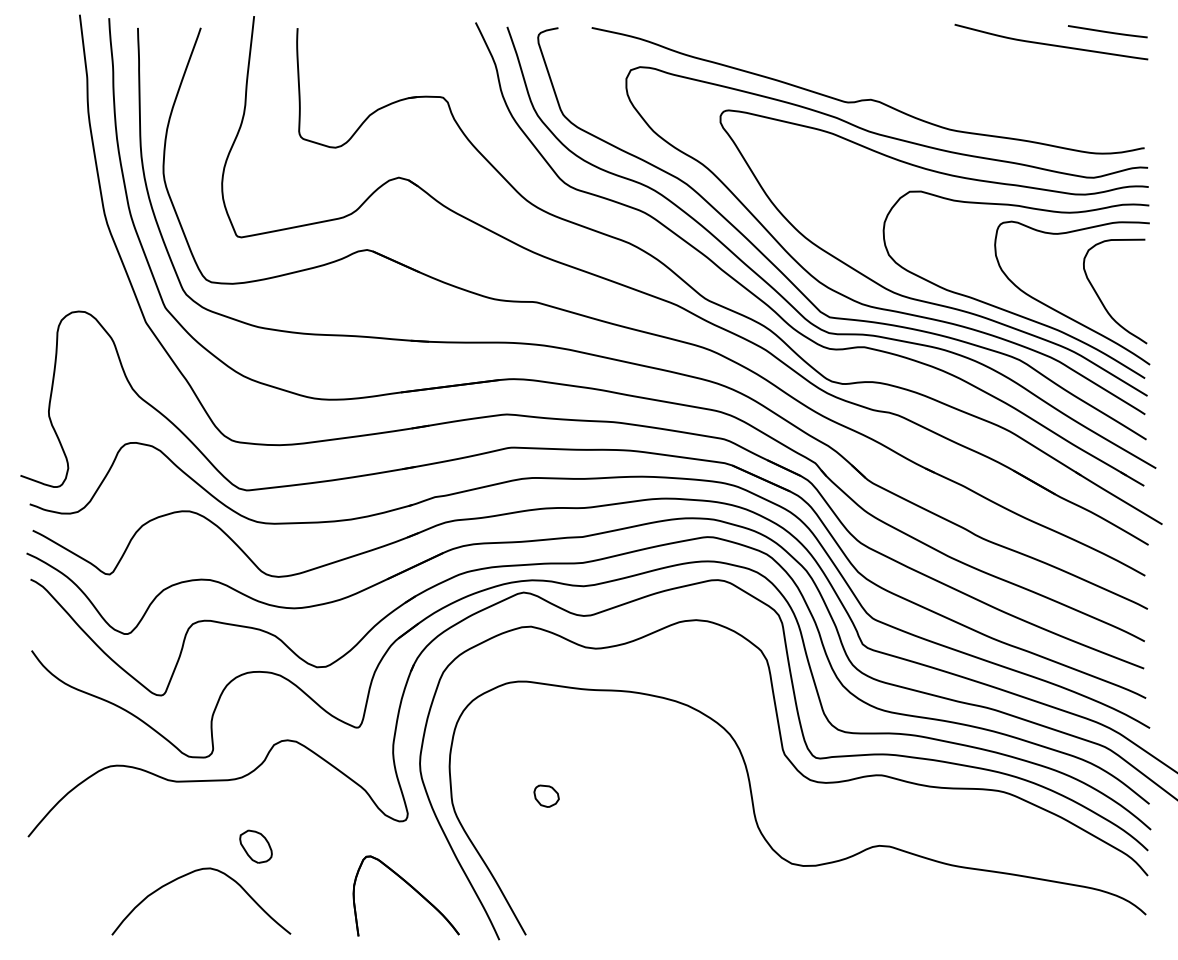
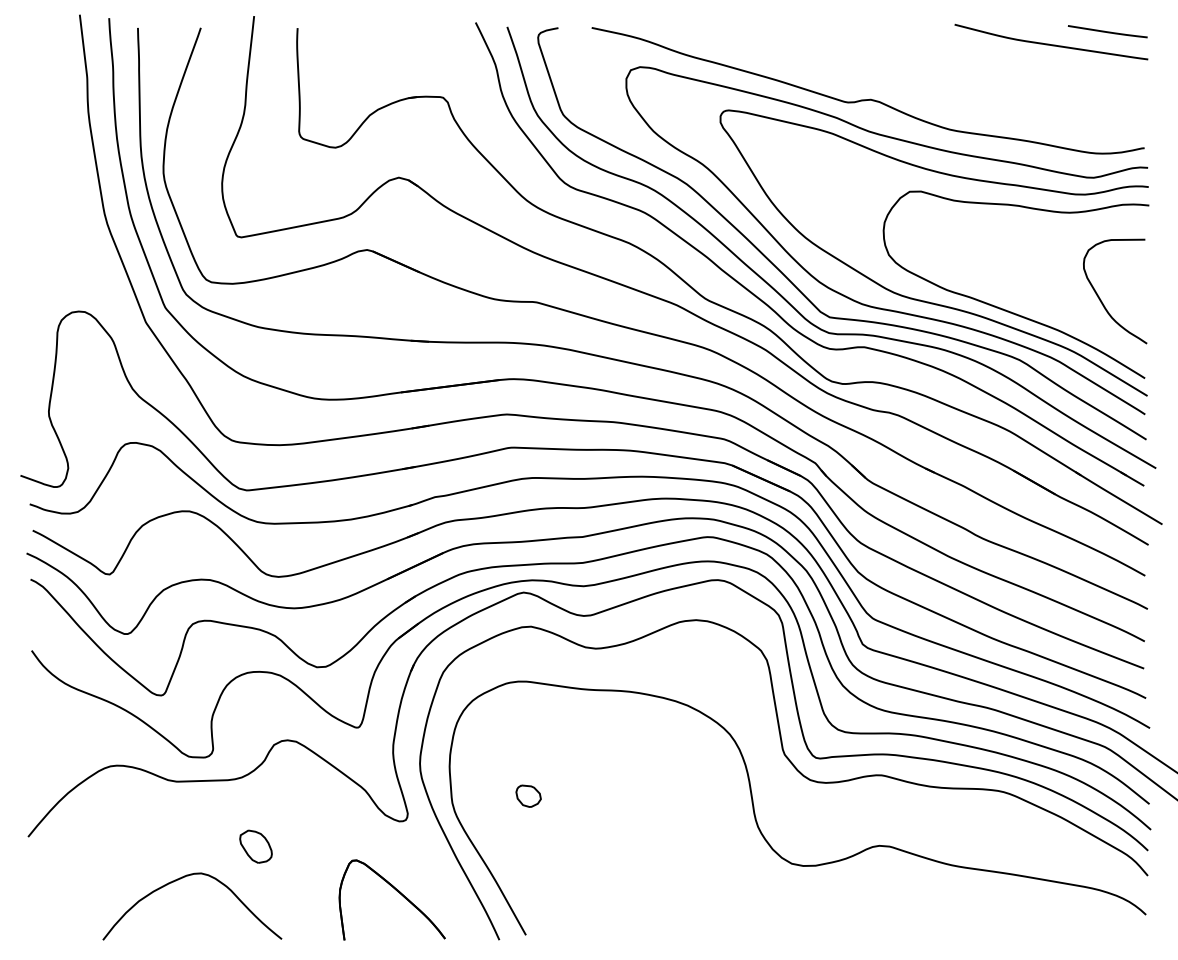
curve at (1061, 312): present -> none
part at (546, 795) position: (546, 795) -> (528, 795)
curve at (192, 873) position: (192, 873) -> (183, 878)
part at (410, 887) position: (410, 887) -> (396, 891)
